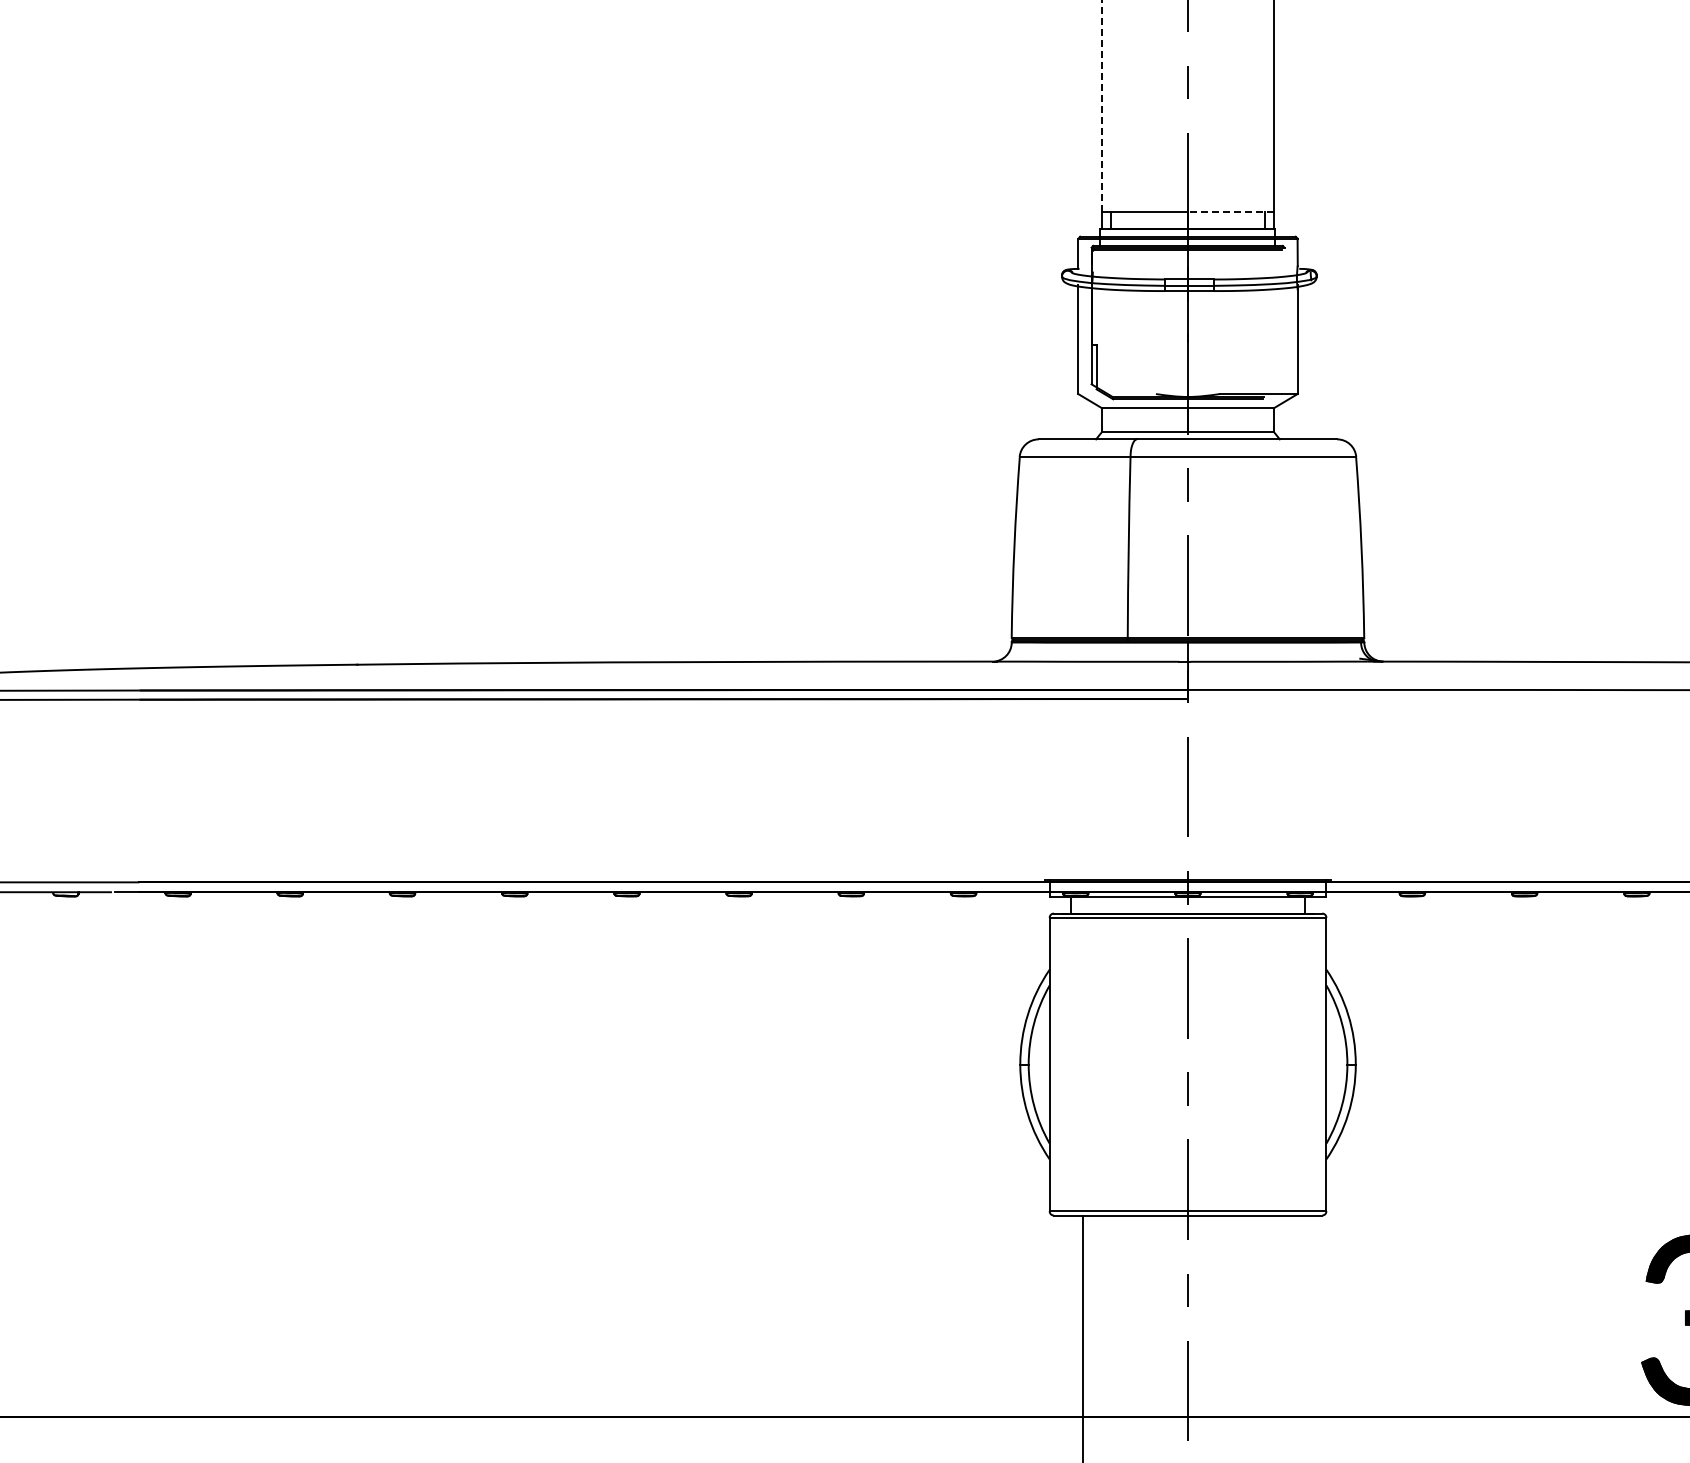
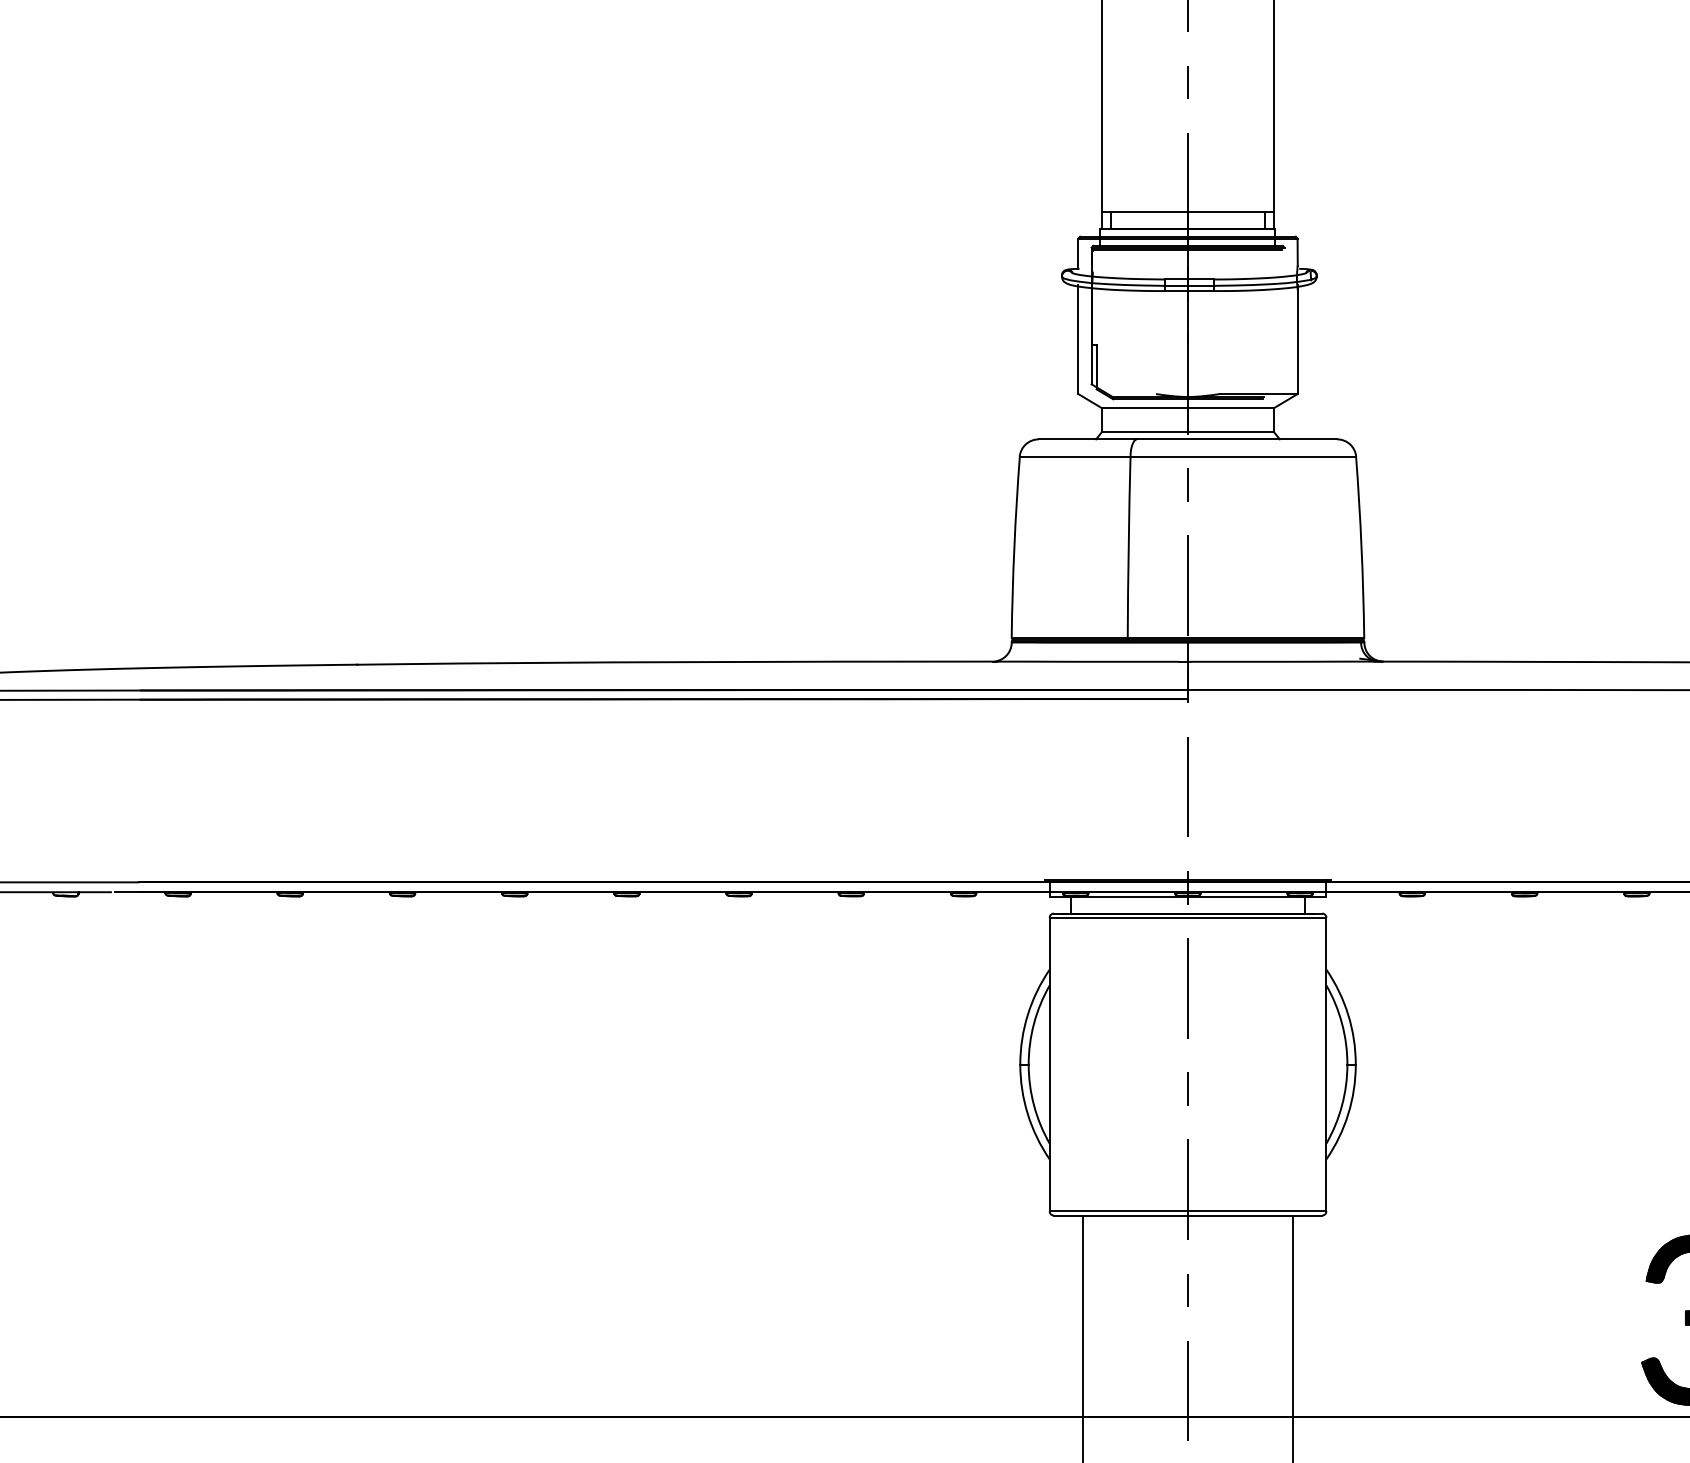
line at (1101, 106): dashed -> solid
line at (1230, 212): dashed -> solid
line at (1292, 1337): none -> present
